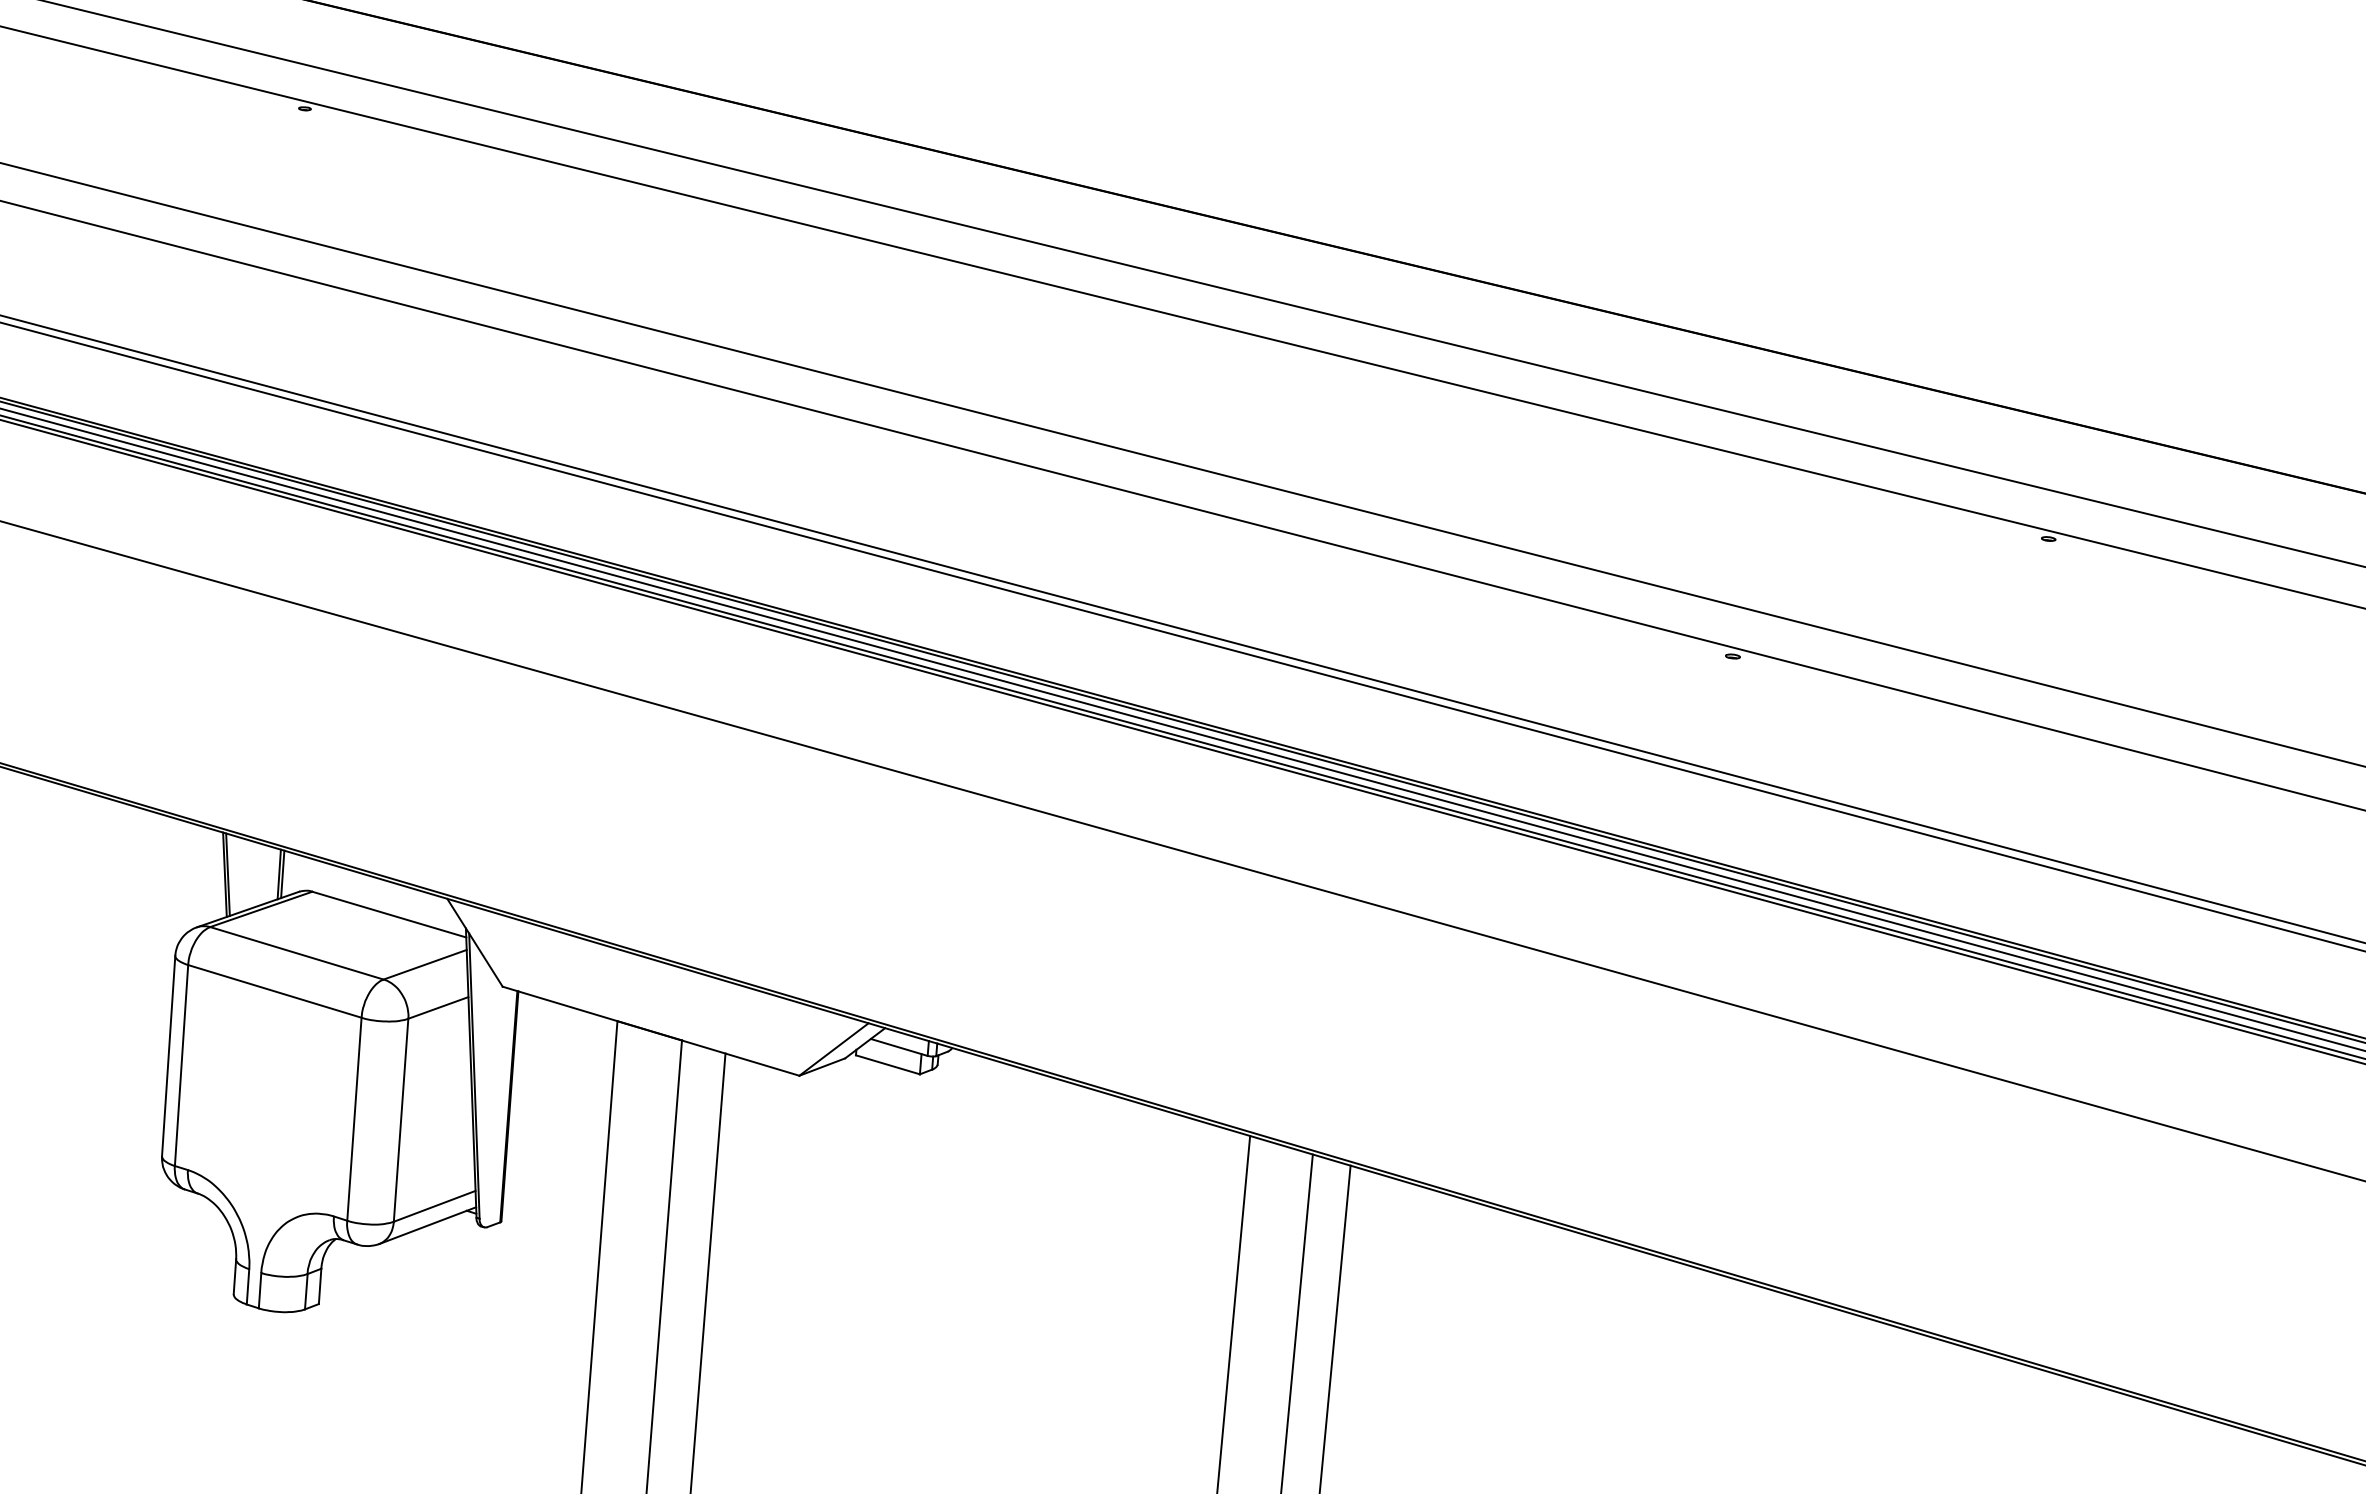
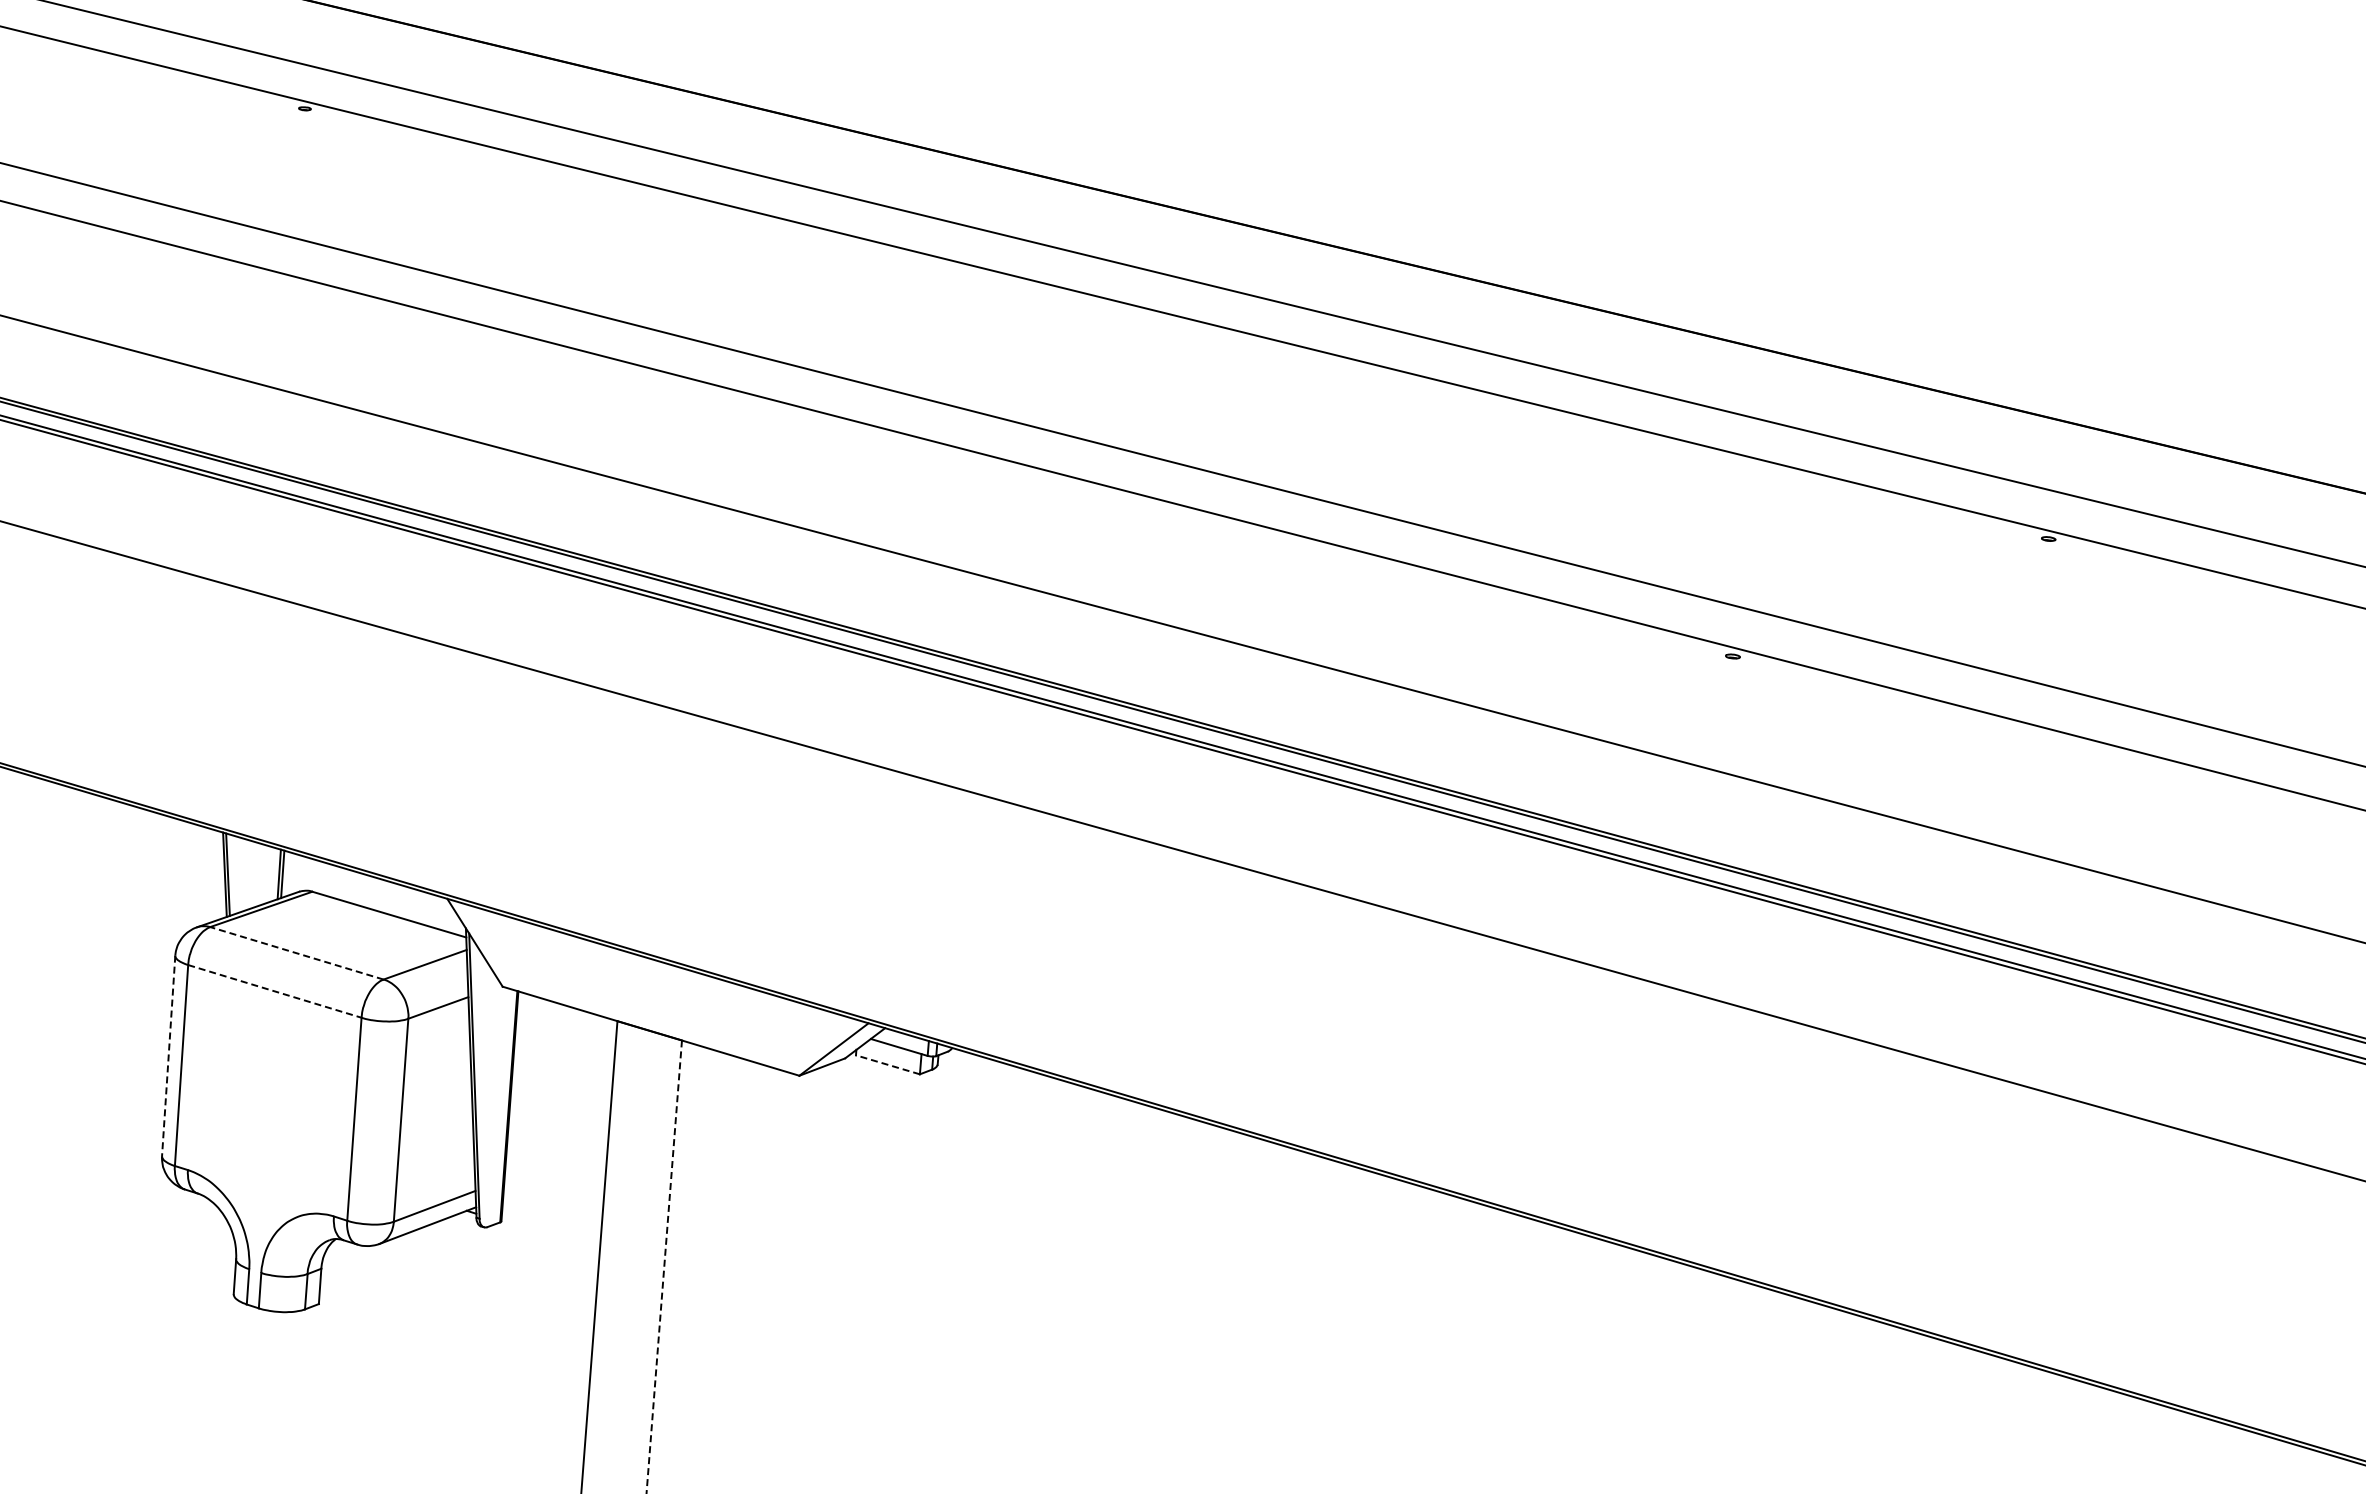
line at (1182, 636): present -> none
line at (1182, 729): present -> none
line at (296, 953): solid -> dashed
line at (274, 991): solid -> dashed
line at (168, 1056): solid -> dashed
line at (887, 1064): solid -> dashed
line at (664, 1267): solid -> dashed
line at (707, 1271): present -> none
line at (1233, 1313): present -> none
line at (1296, 1322): present -> none
line at (1334, 1327): present -> none
